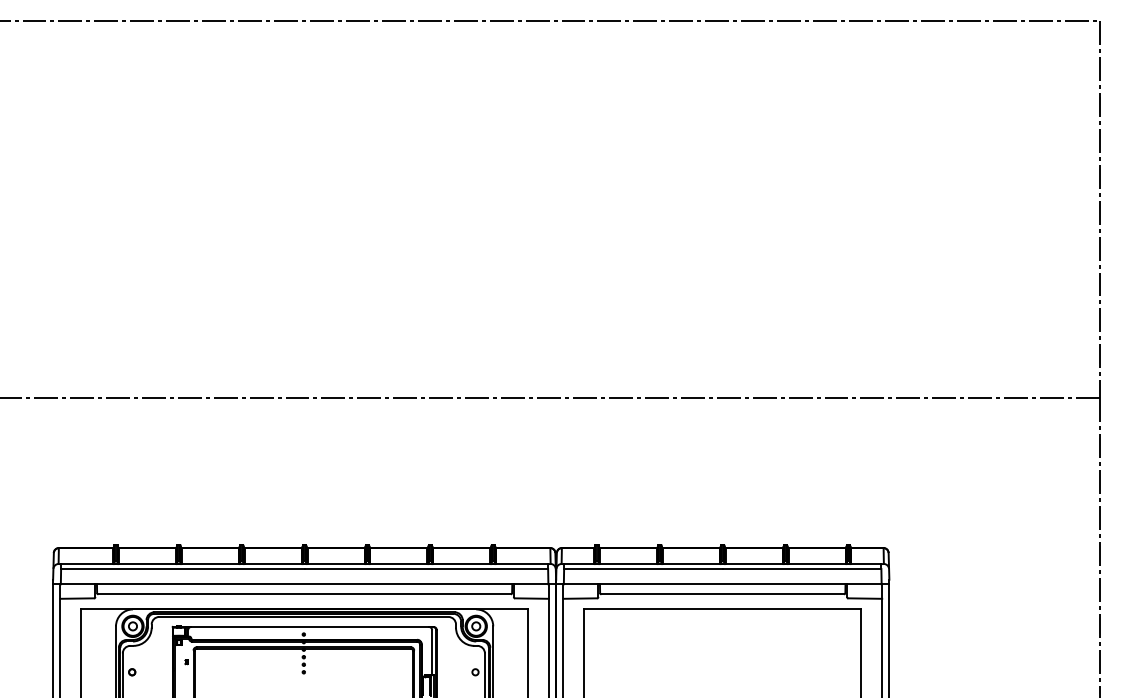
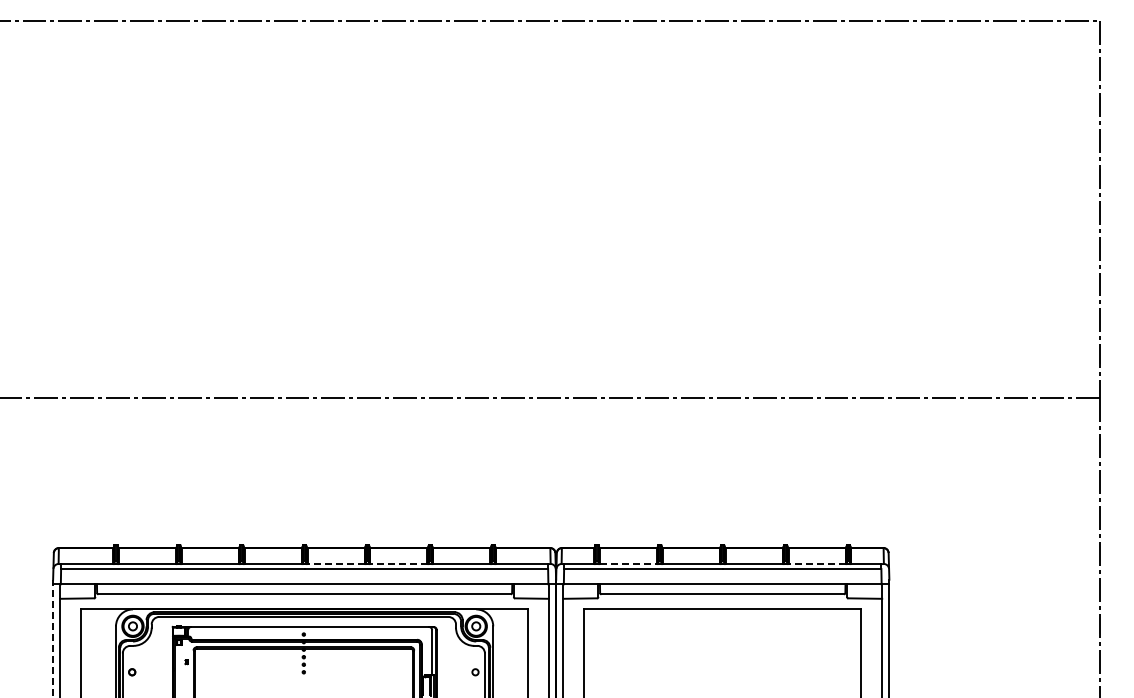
line at (336, 564): solid -> dashed
line at (398, 564): solid -> dashed
line at (628, 564): solid -> dashed
line at (817, 564): solid -> dashed
line at (53, 638): solid -> dashed
